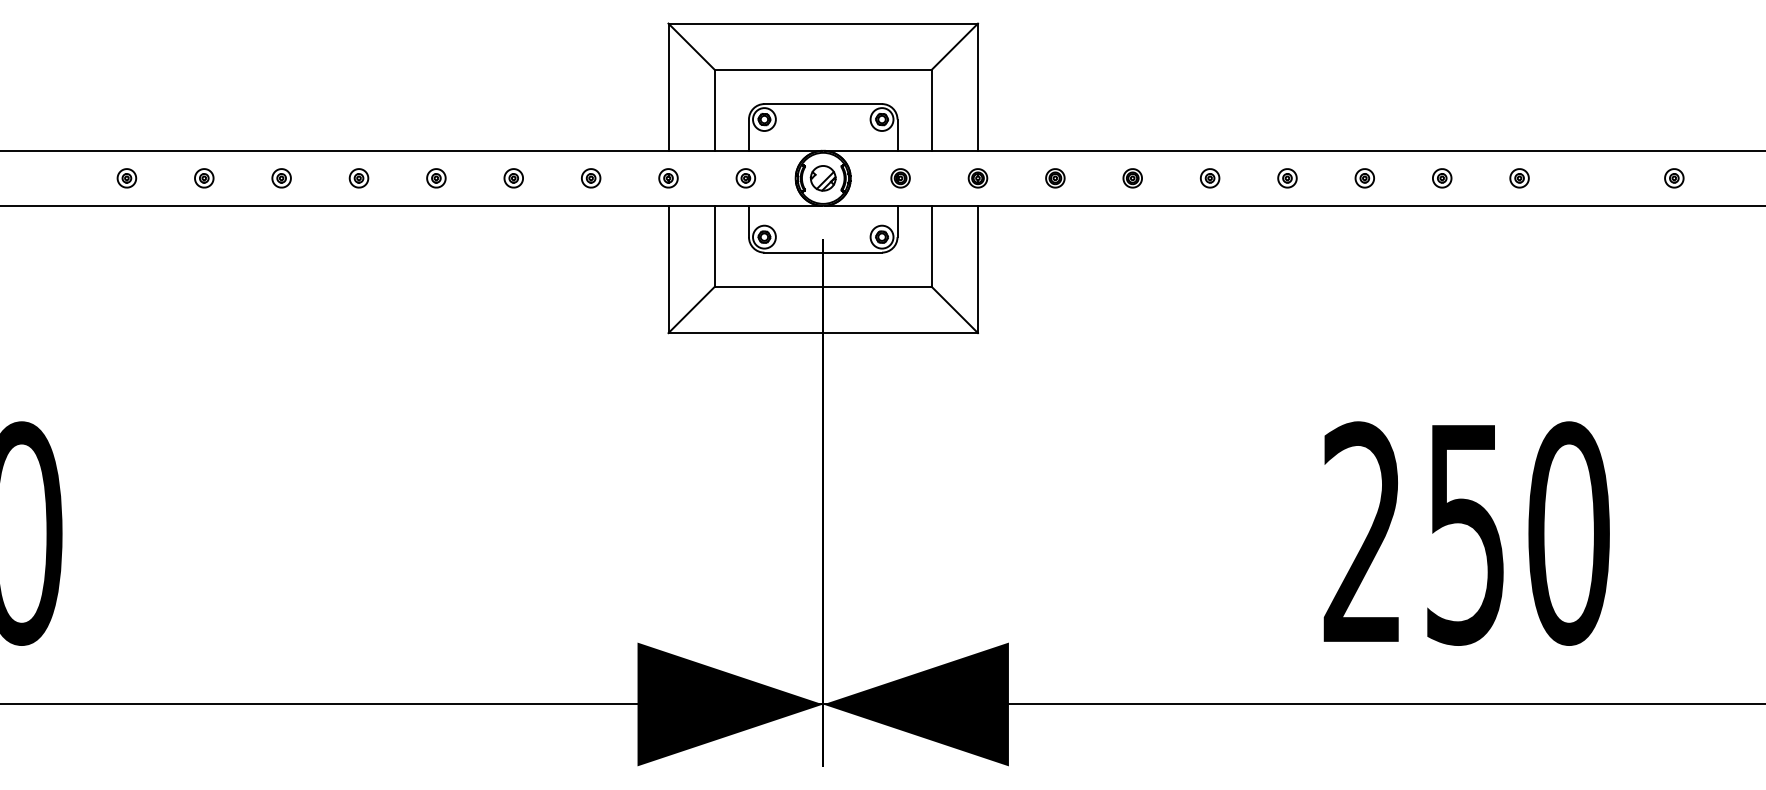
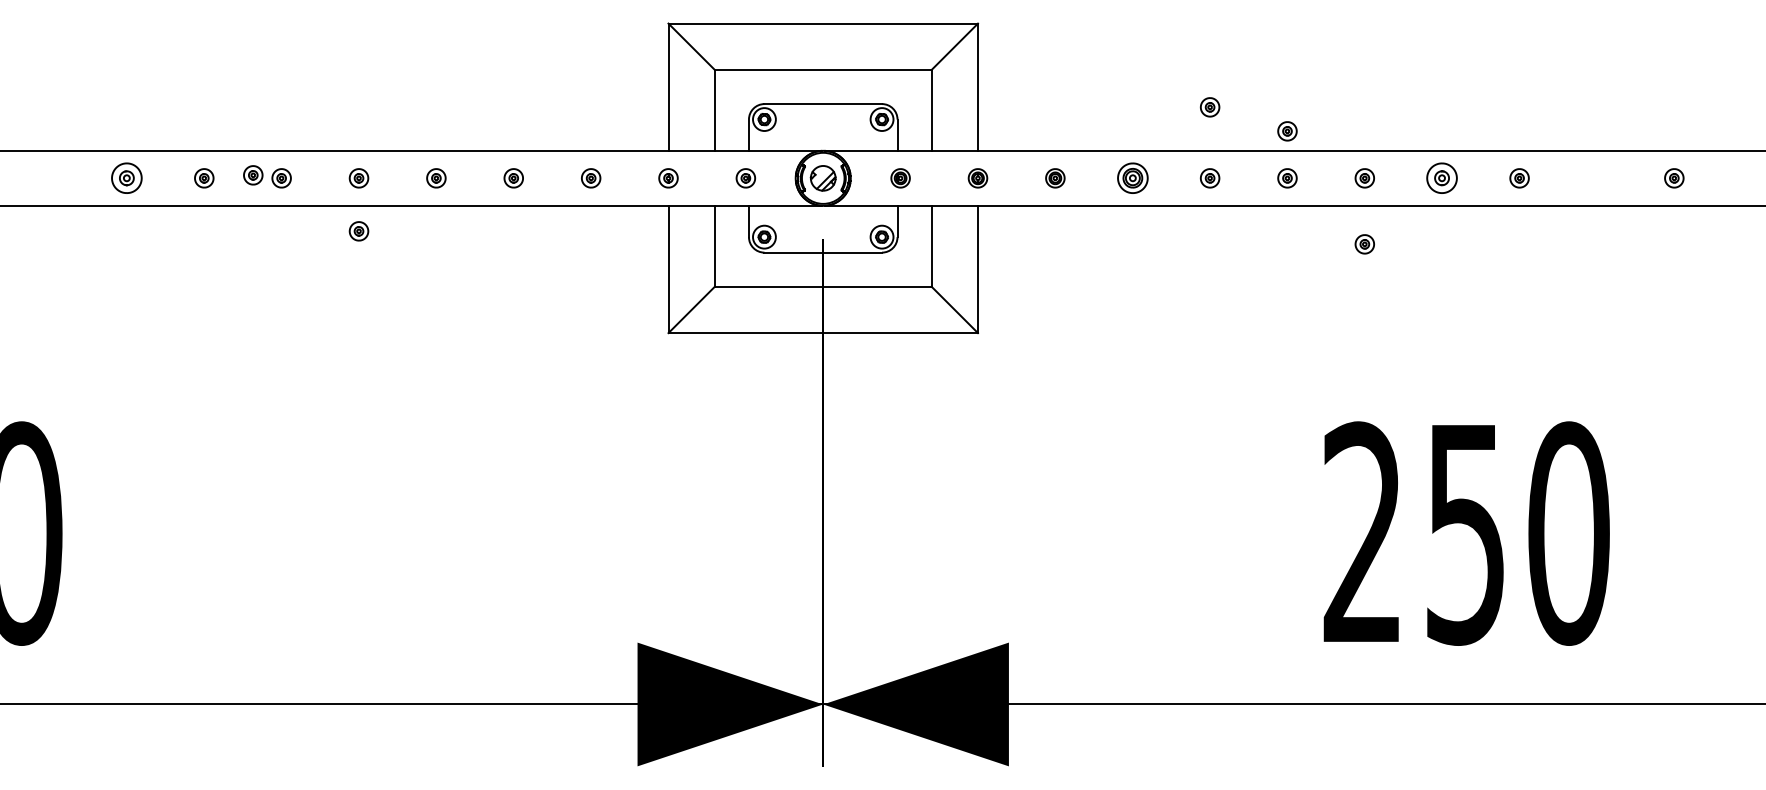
part at (1209, 107): none -> present
part at (1287, 131): none -> present
part at (253, 175): none -> present
part at (126, 178) size: 22x21 px -> 32x32 px
part at (1132, 178) size: 21x21 px -> 32x32 px
part at (1442, 178) size: 21x21 px -> 32x32 px
part at (358, 231): none -> present
part at (1364, 244): none -> present
